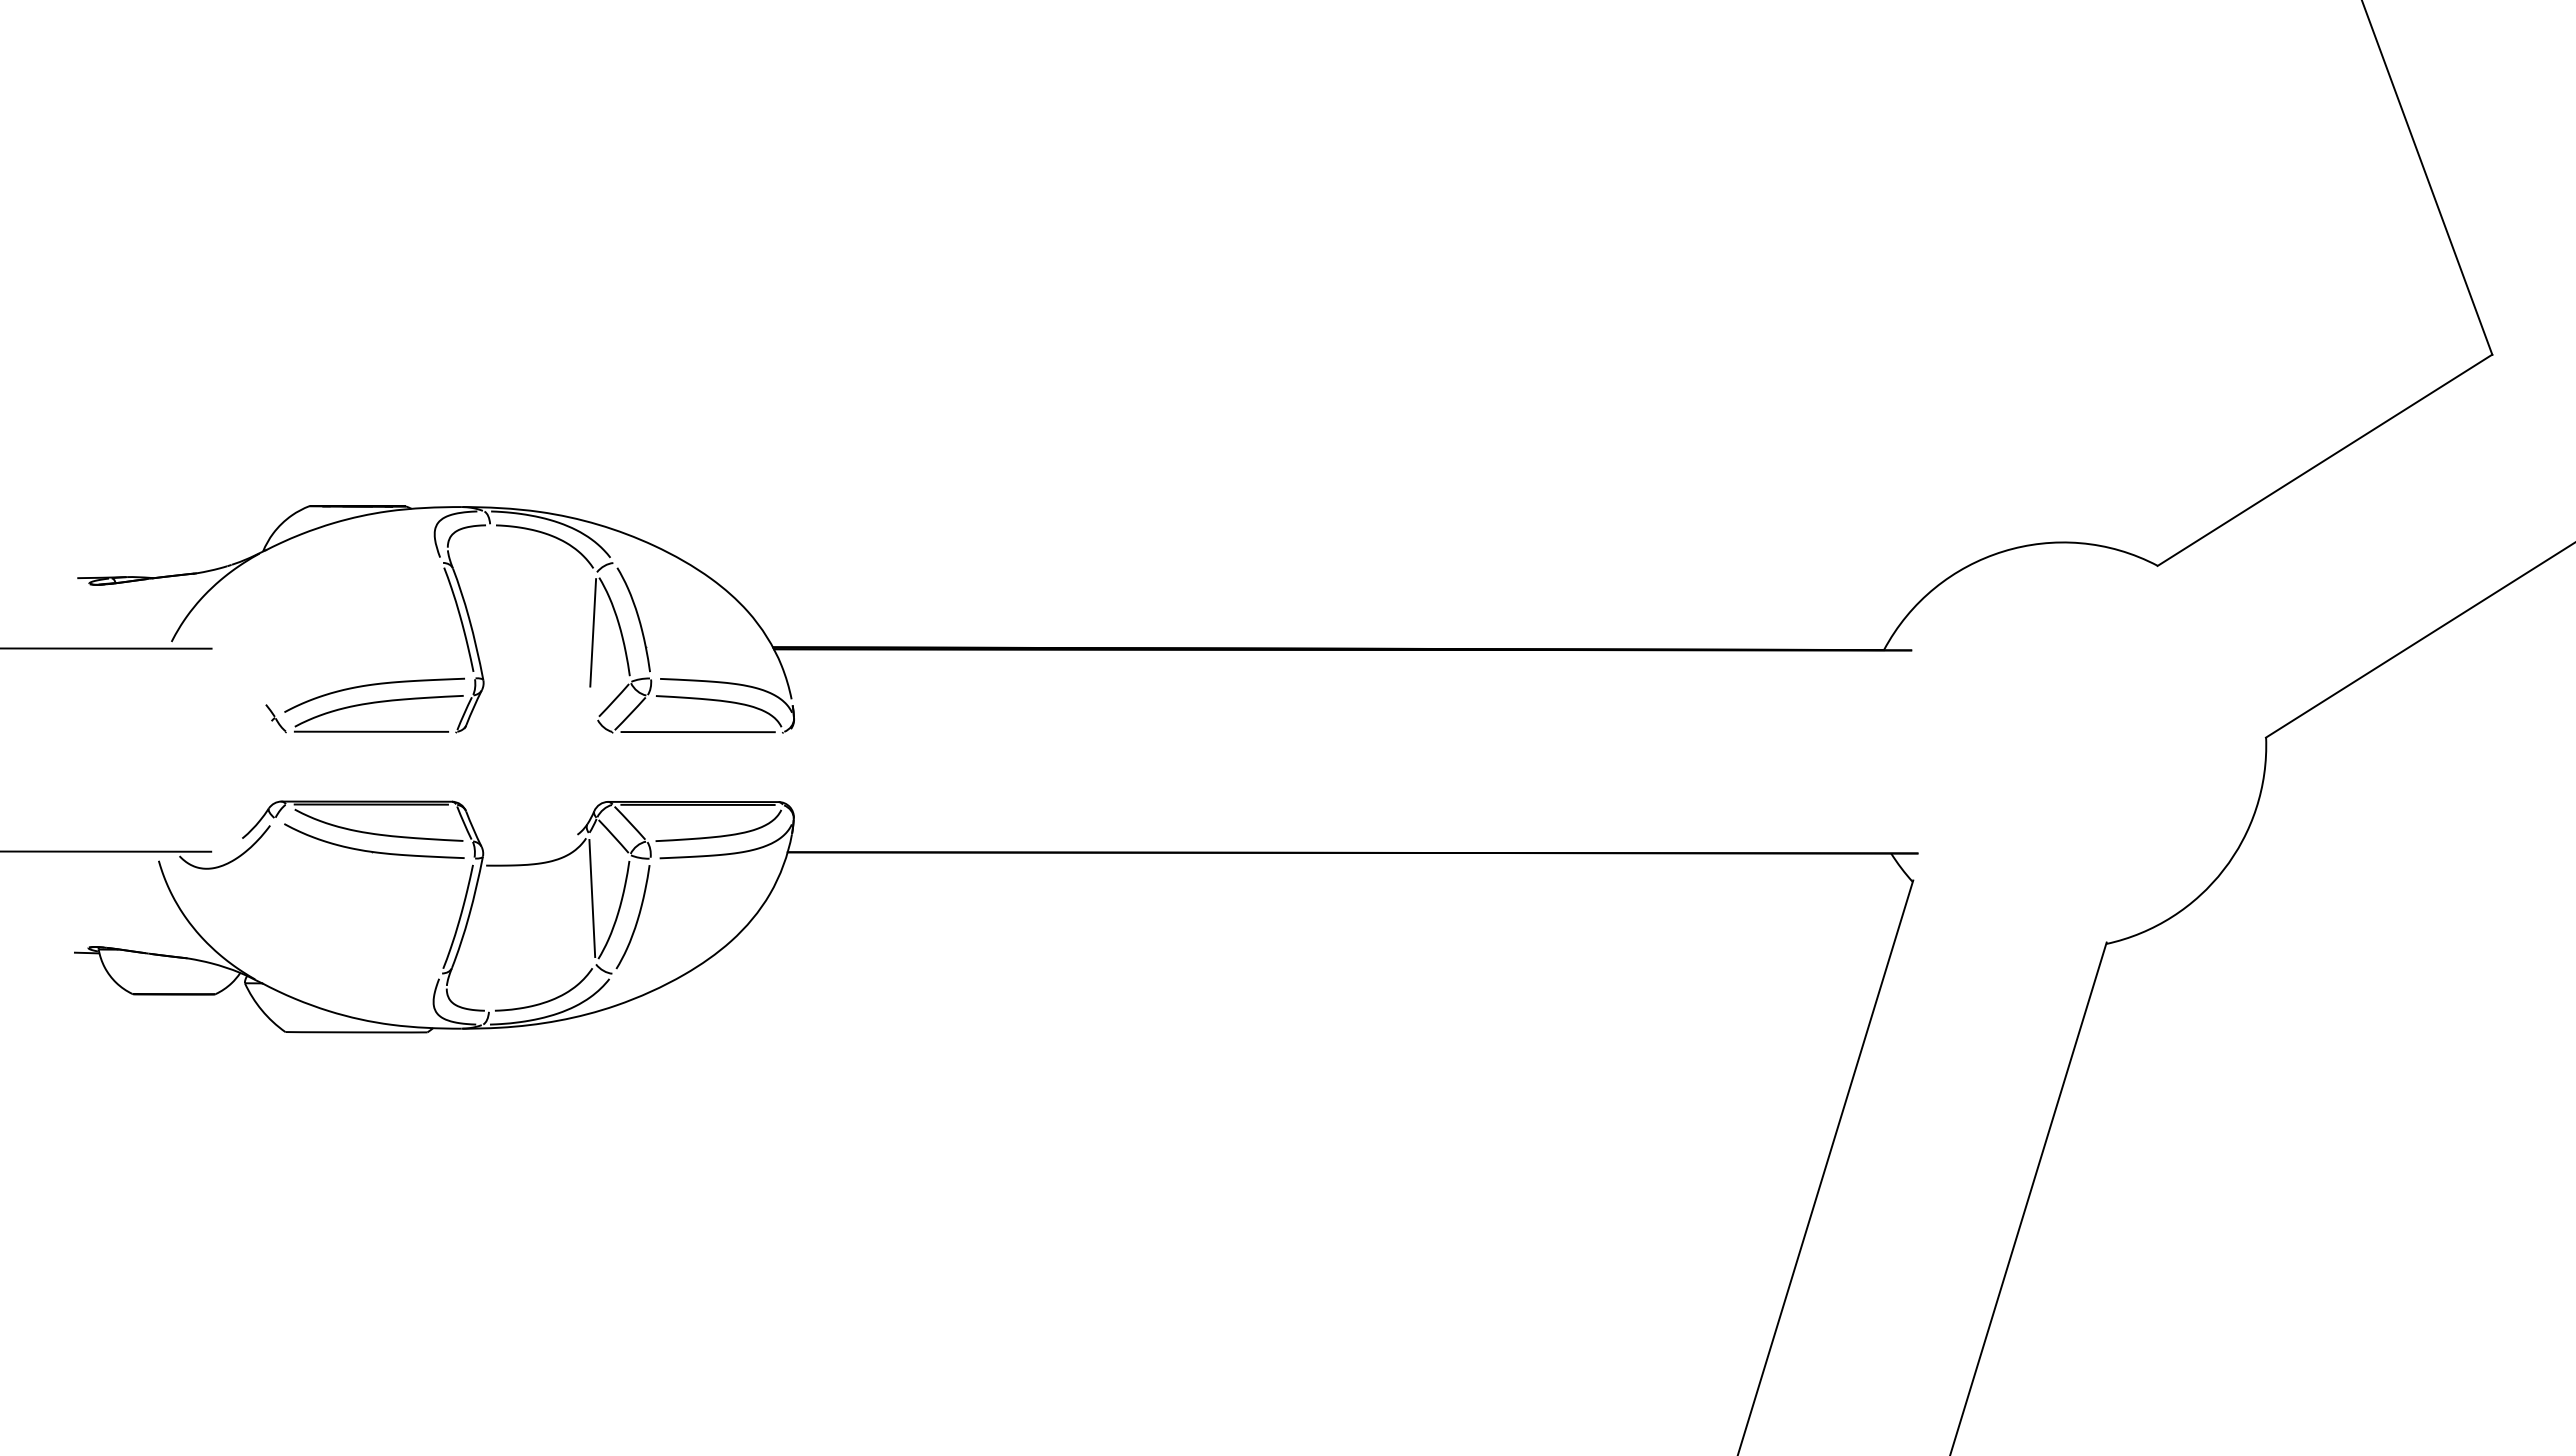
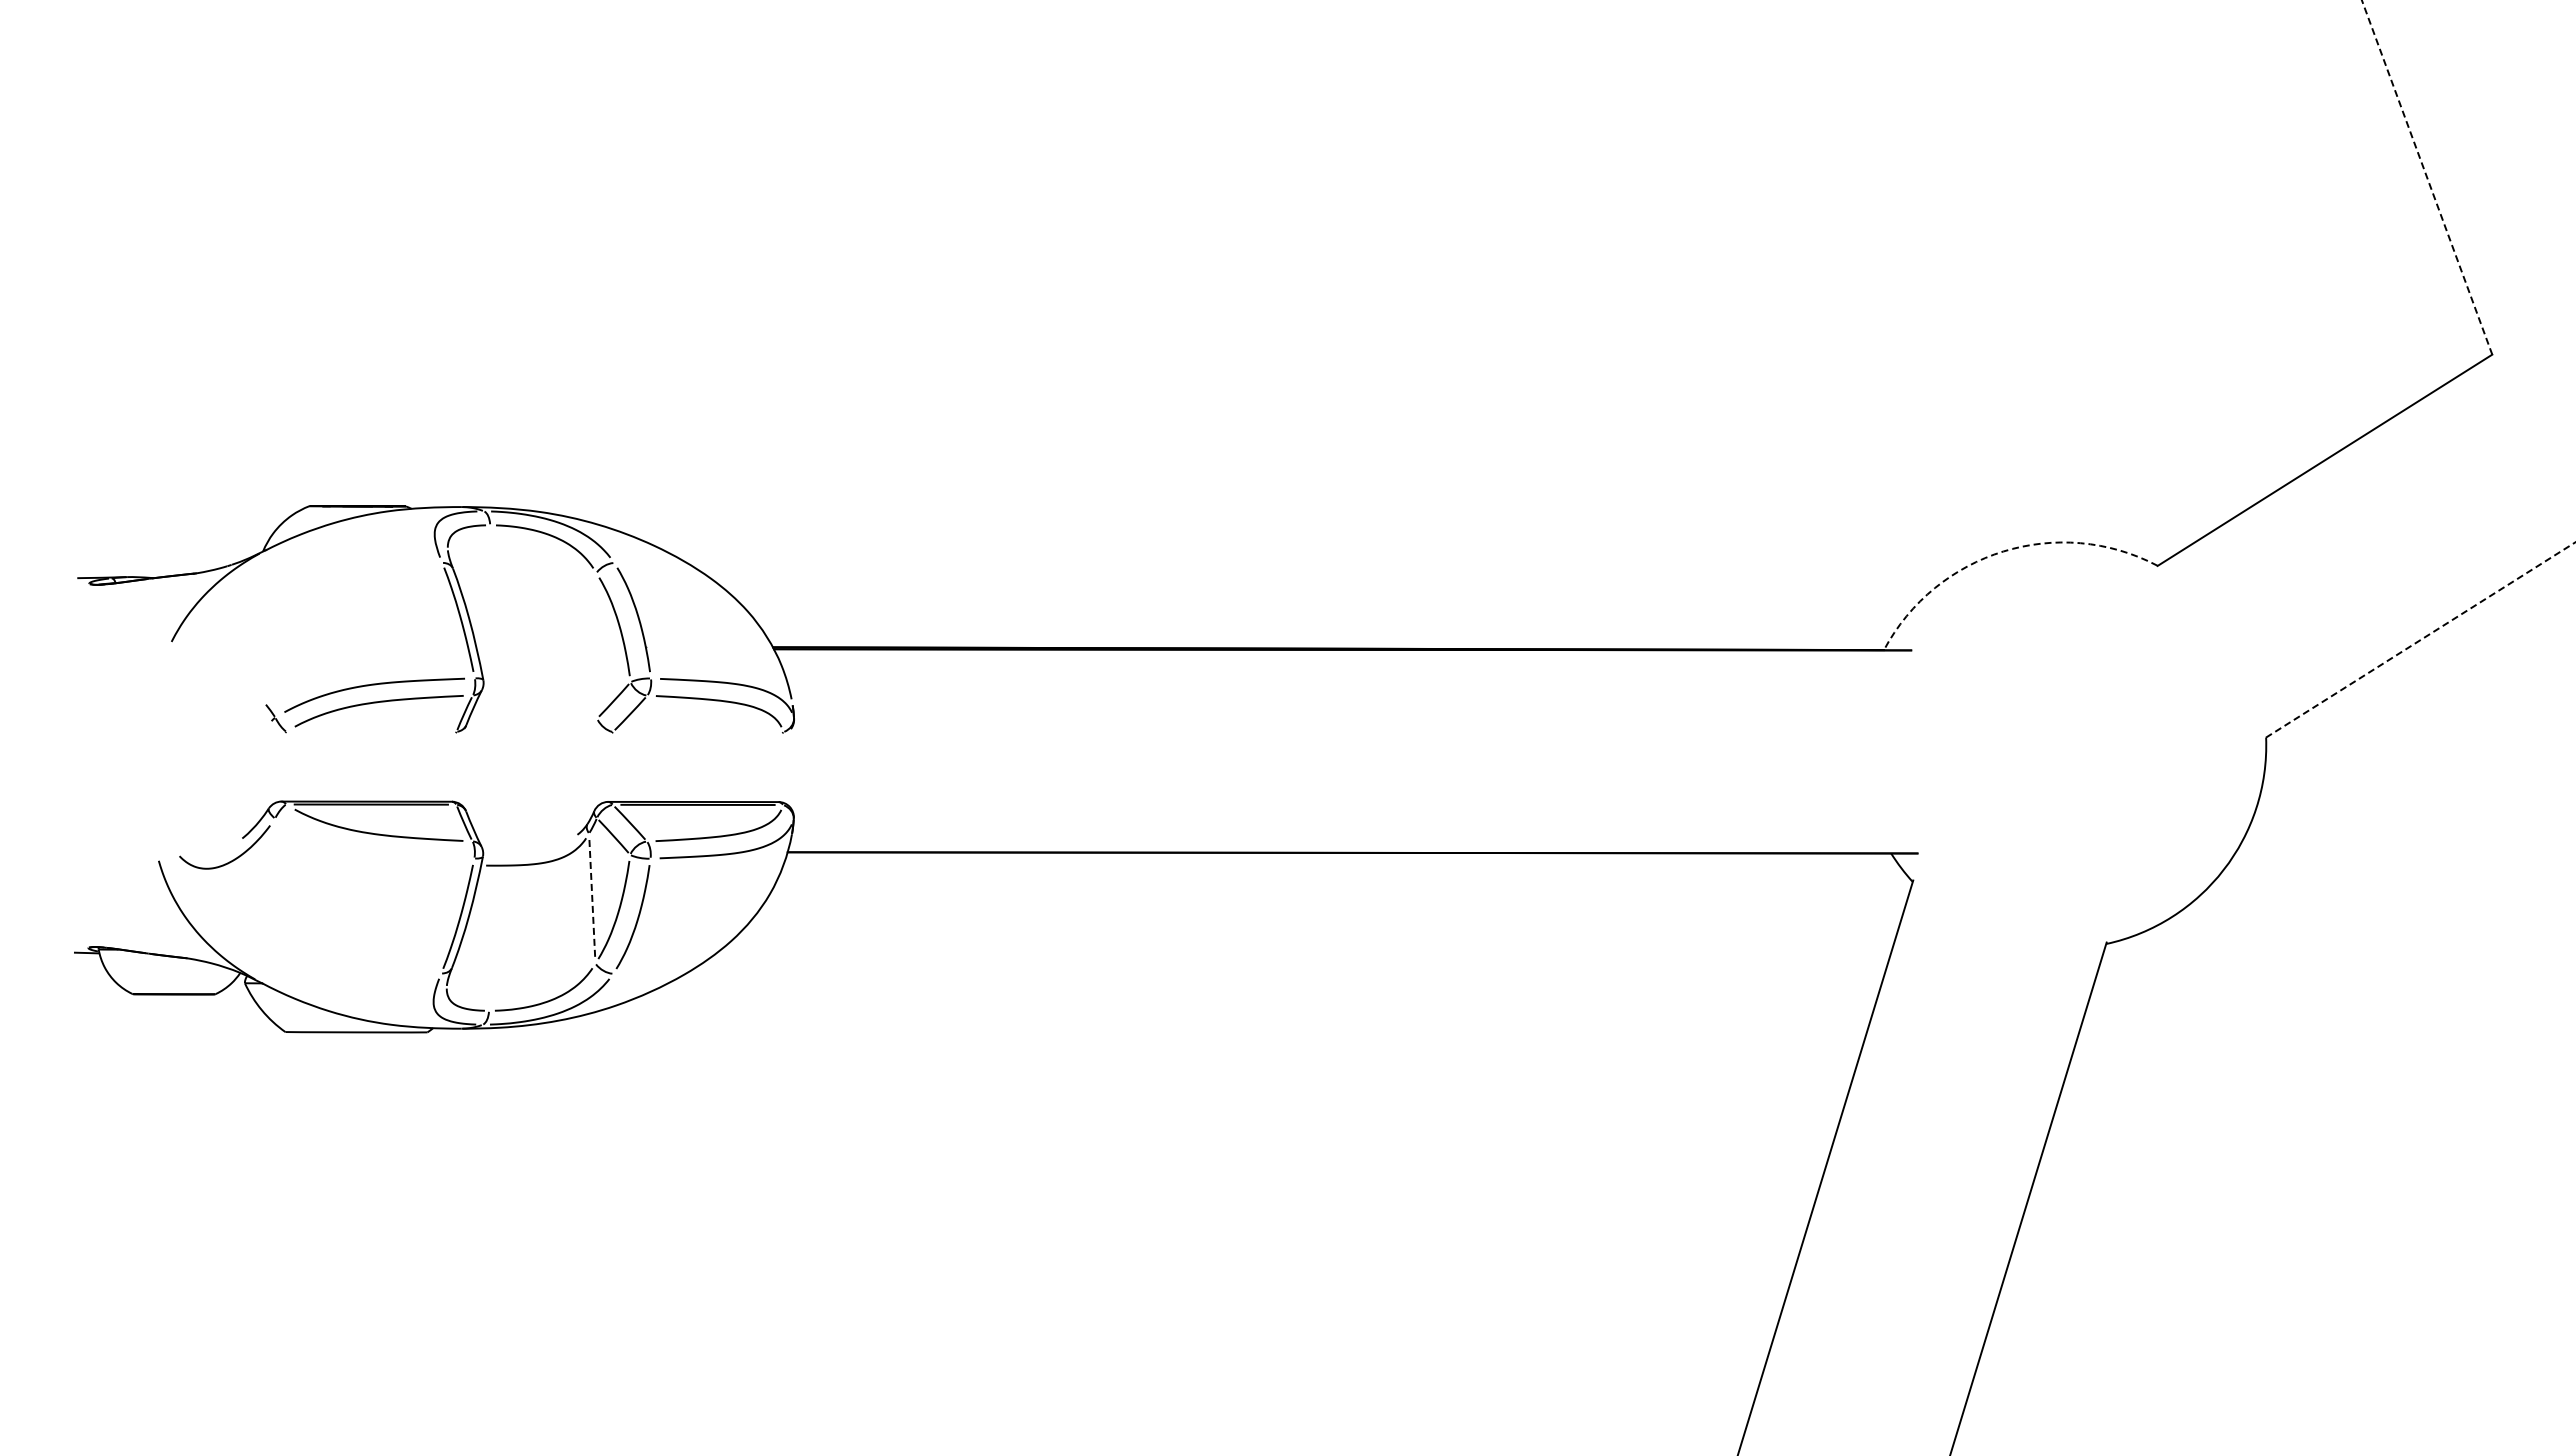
line at (2427, 177): solid -> dashed
arc at (2003, 551): solid -> dashed
line at (593, 632): present -> none
line at (2420, 640): solid -> dashed
line at (106, 648): present -> none
line at (371, 731): present -> none
line at (697, 732): present -> none
part at (371, 850): present -> none
line at (106, 851): present -> none
line at (592, 898): solid -> dashed
